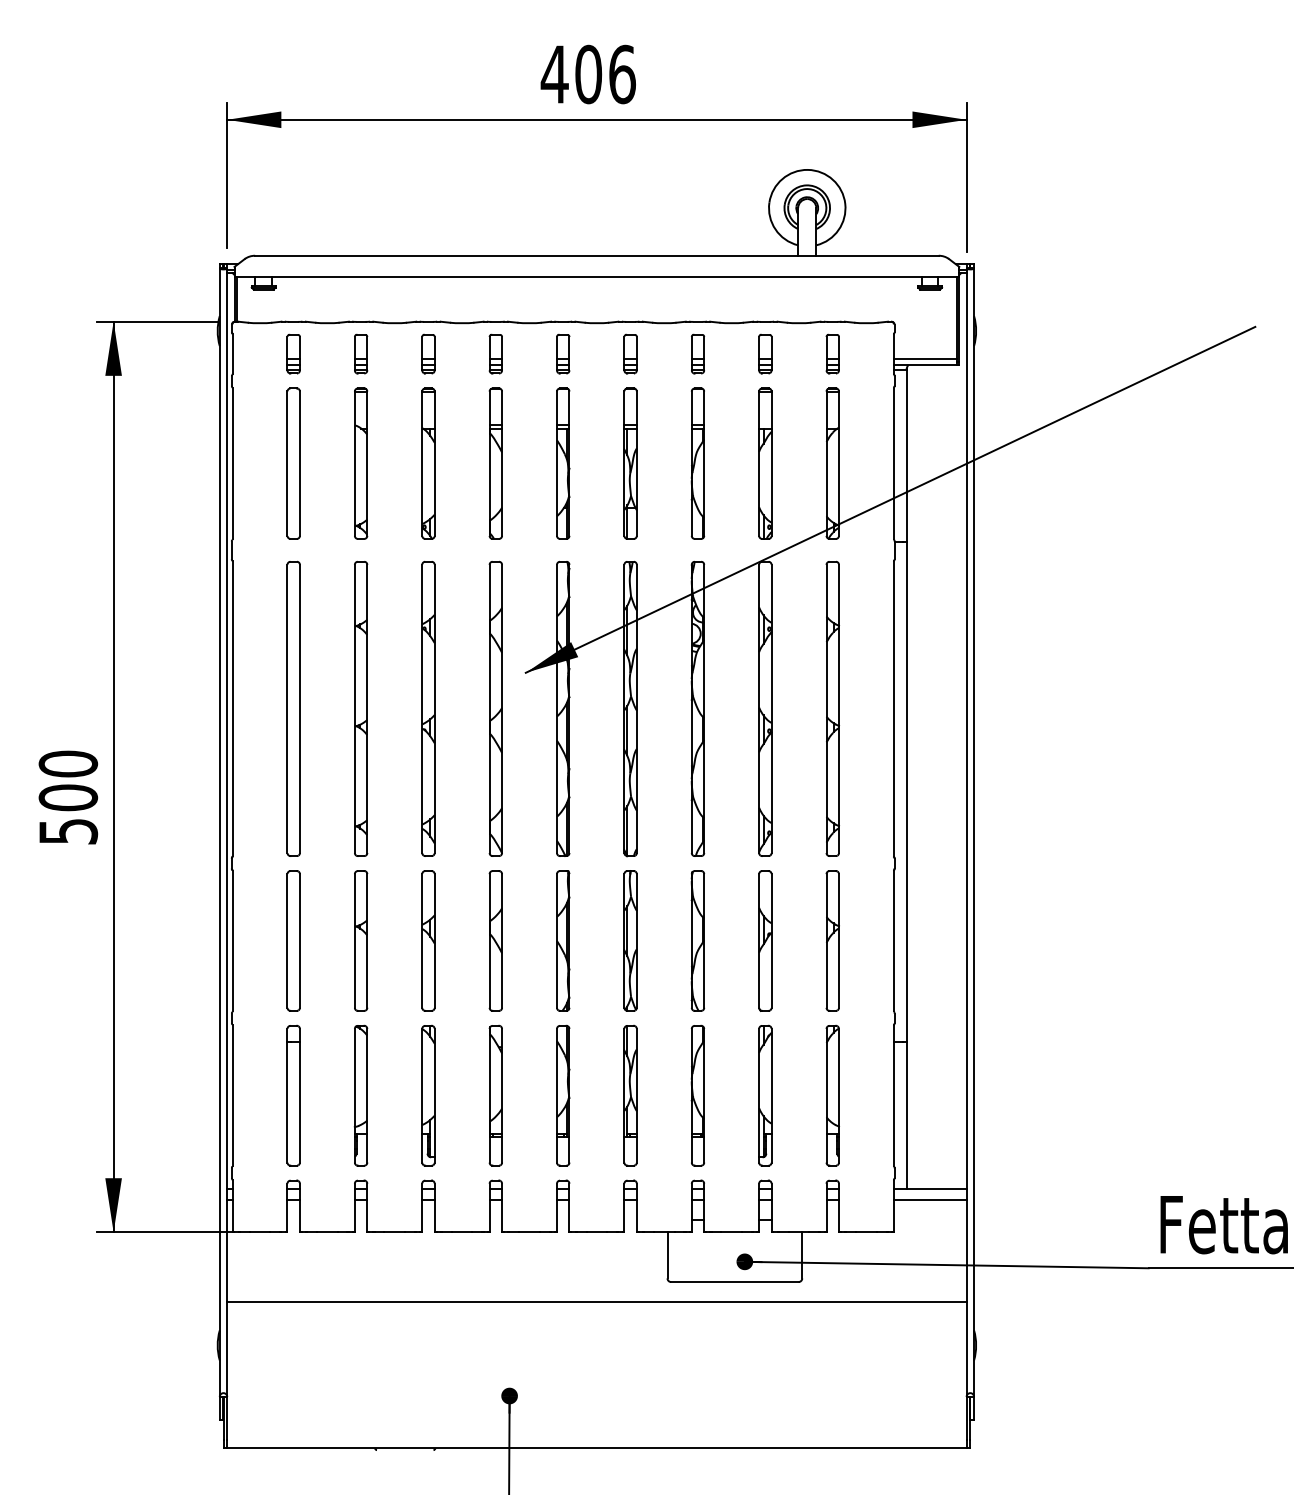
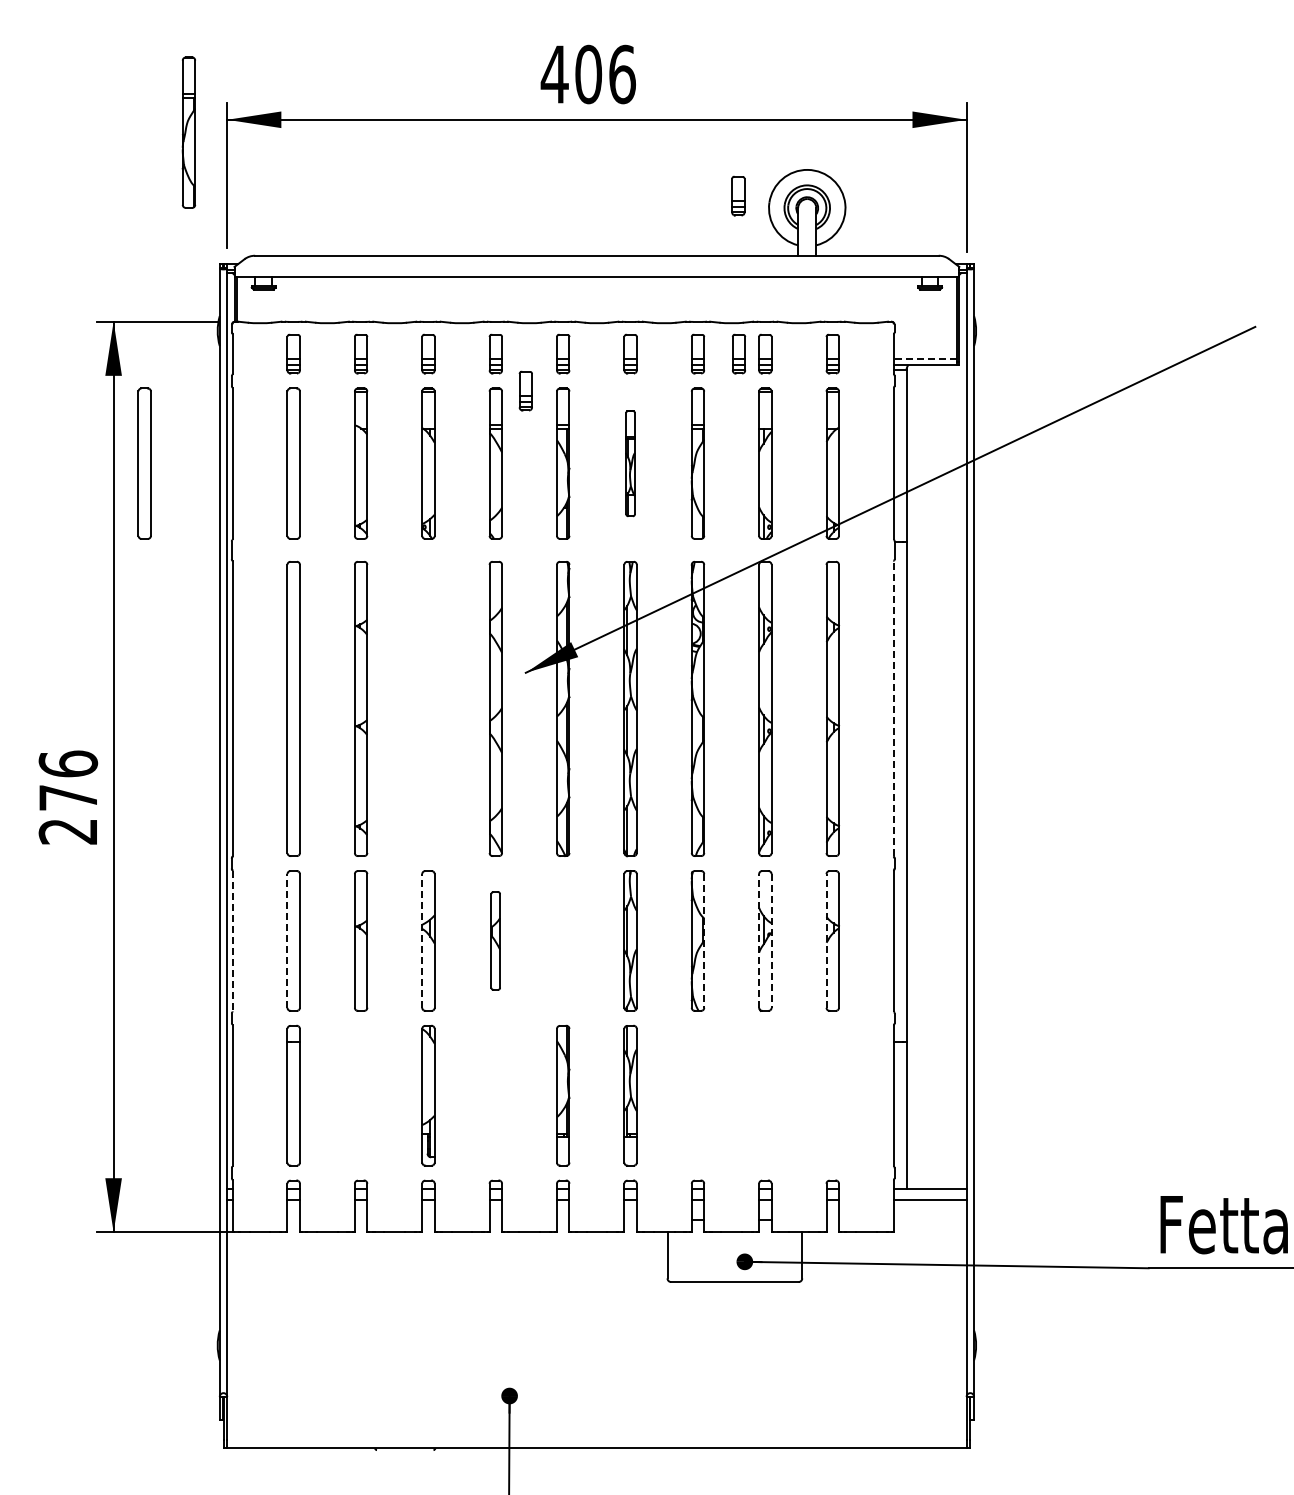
part at (188, 132): none -> present
part at (738, 195): none -> present
part at (739, 353): none -> present
line at (924, 359): solid -> dashed
part at (525, 390): none -> present
part at (144, 463): none -> present
part at (630, 463) size: 15x153 px -> 11x108 px
part at (428, 708): present -> none
line at (893, 708): solid -> dashed
text at (68, 797): 500 -> 276
line at (287, 940): solid -> dashed
line at (422, 940): solid -> dashed
part at (495, 940) size: 15x142 px -> 11x100 px
part at (563, 940): present -> none
line at (704, 940): solid -> dashed
line at (759, 940): solid -> dashed
line at (771, 940): solid -> dashed
line at (826, 940): solid -> dashed
line at (232, 941): solid -> dashed
part at (360, 1095): present -> none
part at (495, 1095): present -> none
part at (697, 1095): present -> none
part at (765, 1095): present -> none
part at (832, 1095): present -> none
line at (596, 1302): present -> none
